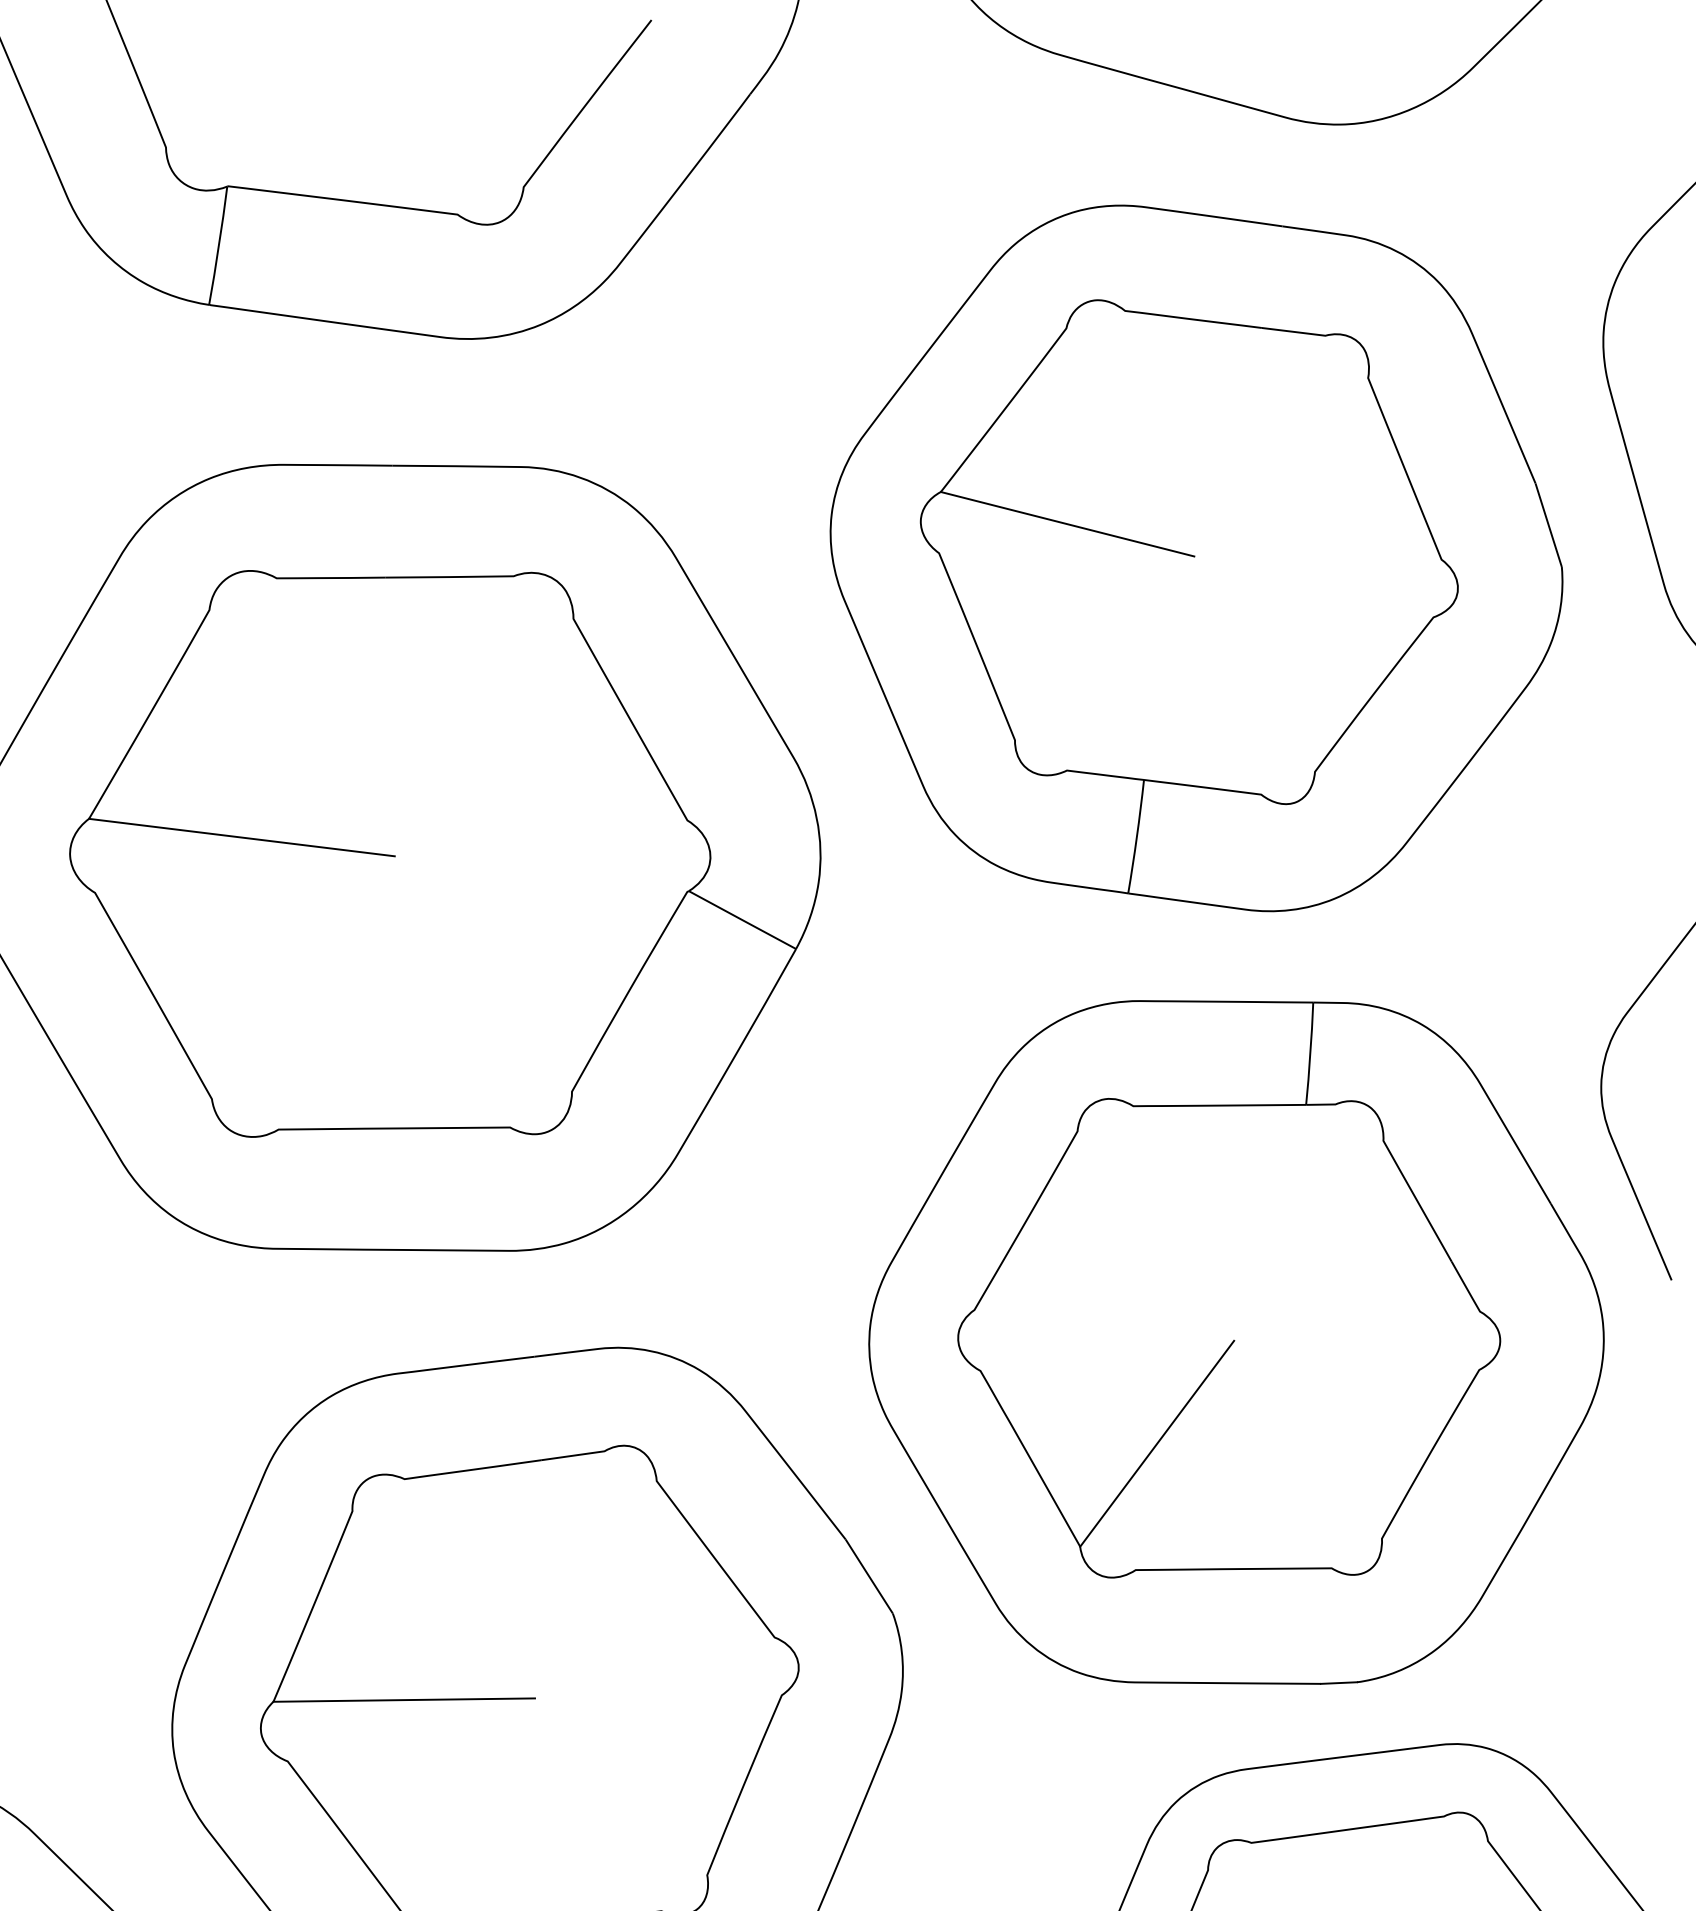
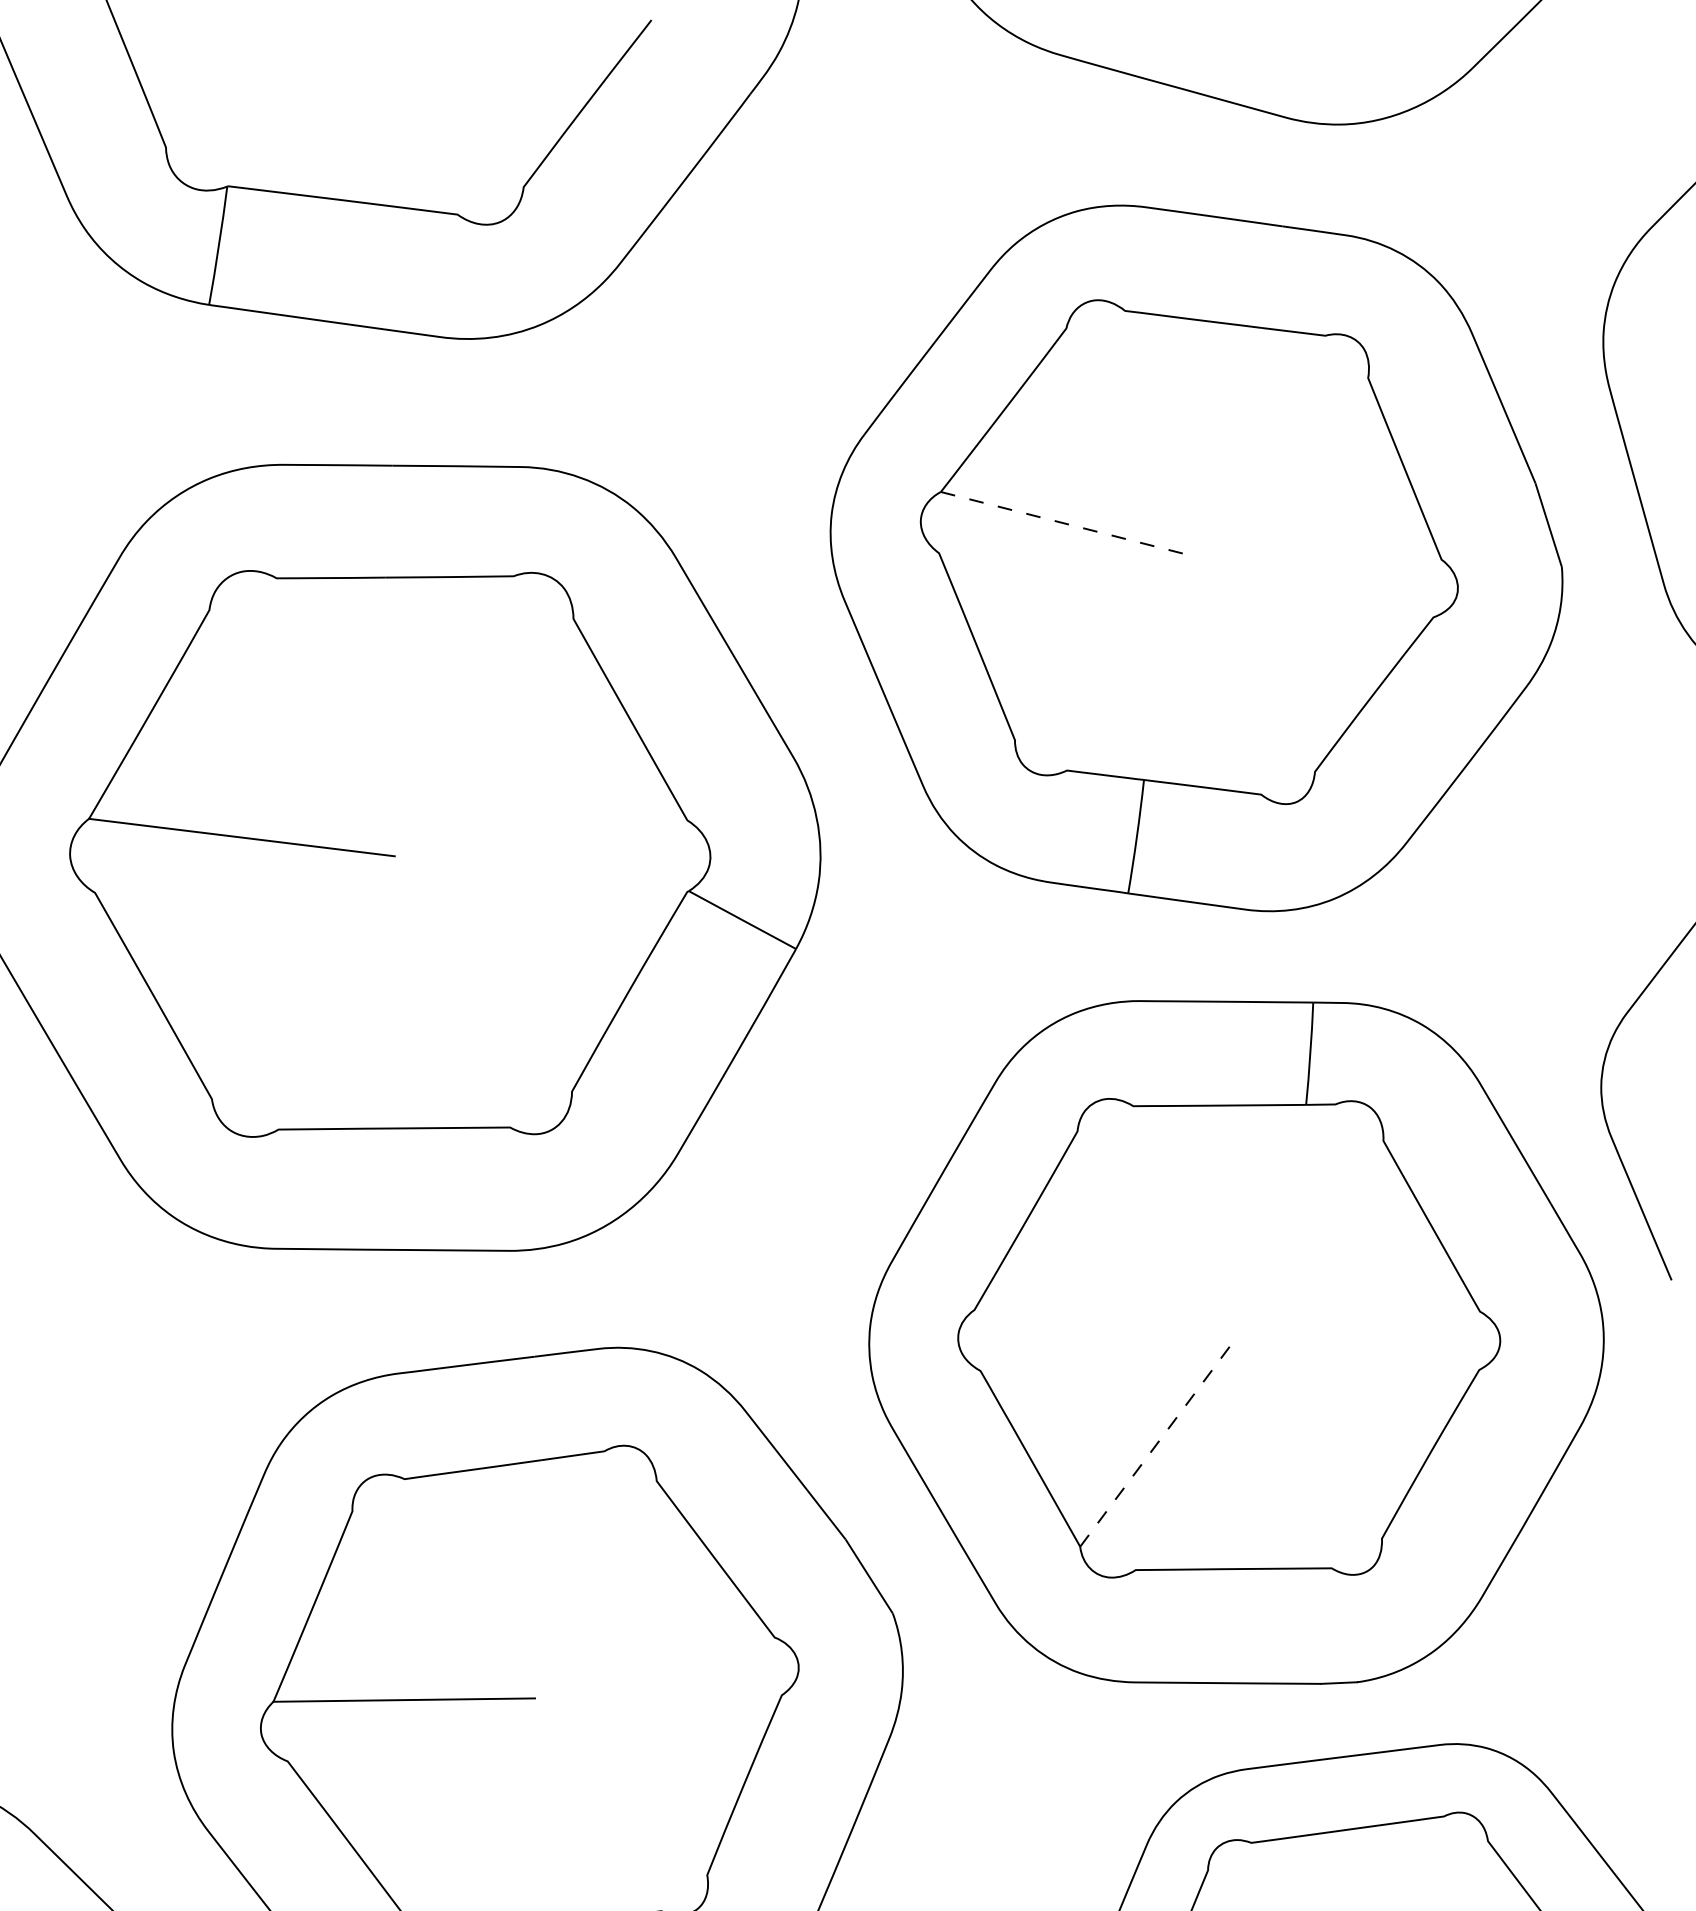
line at (1067, 524): solid -> dashed
line at (1157, 1443): solid -> dashed
